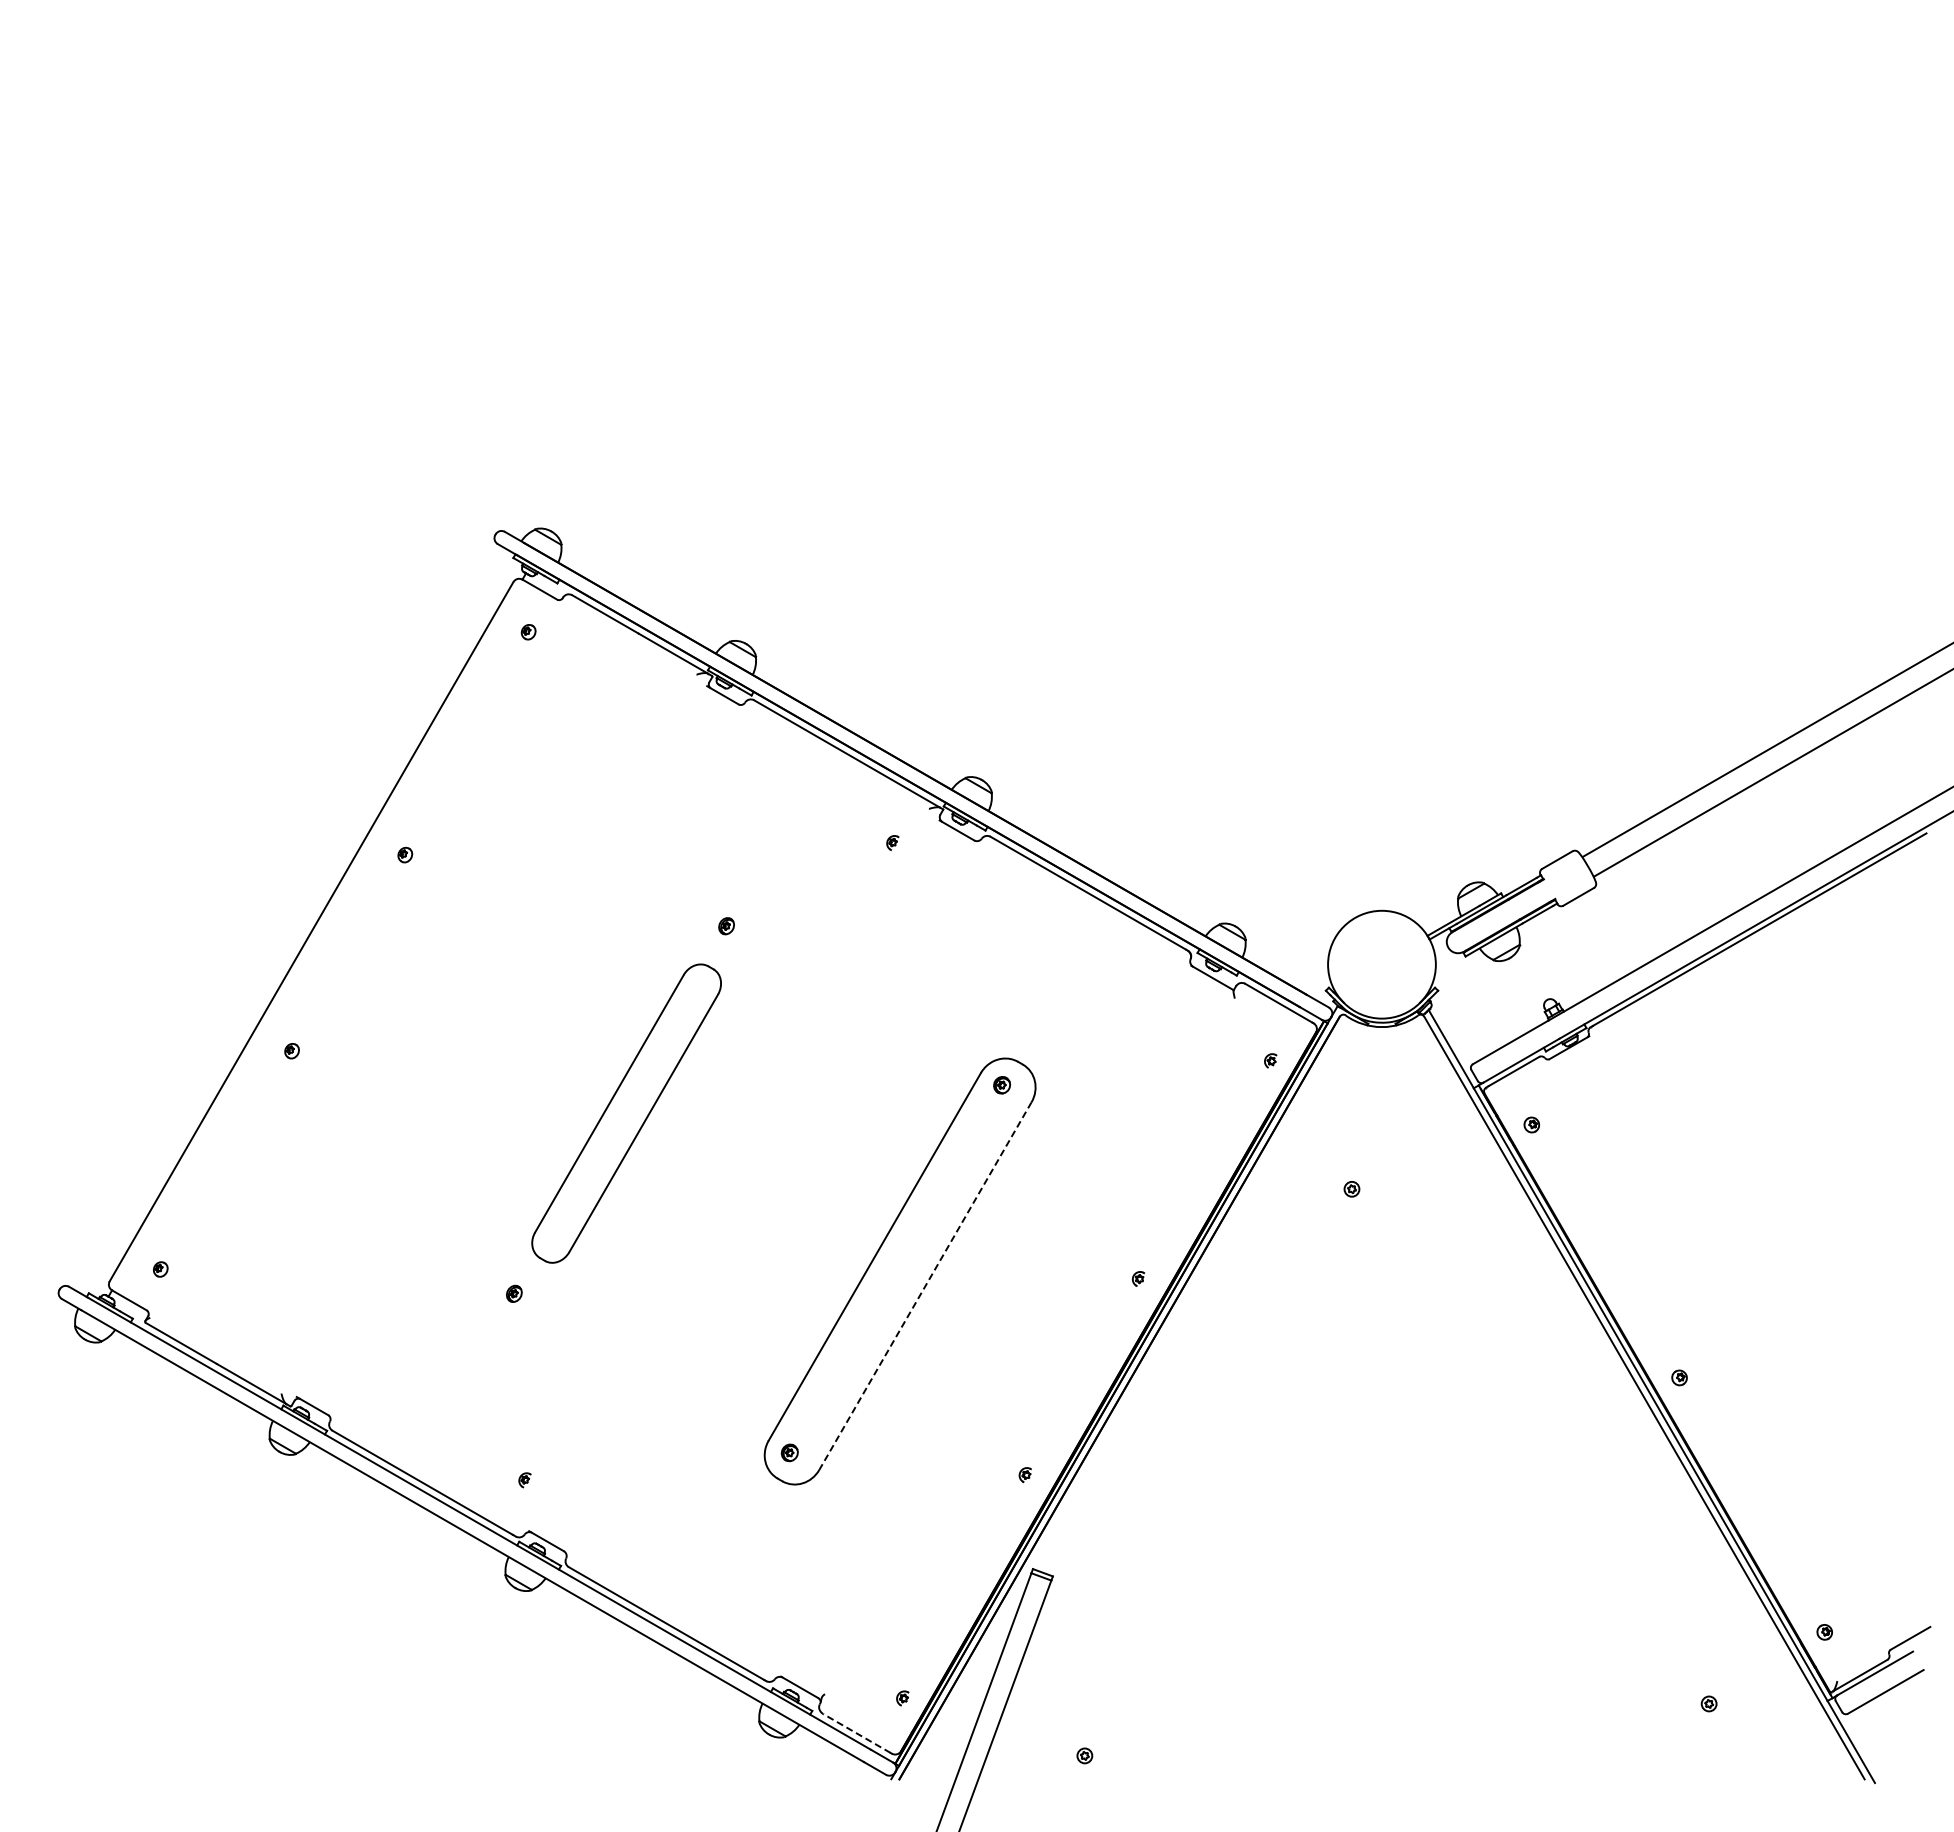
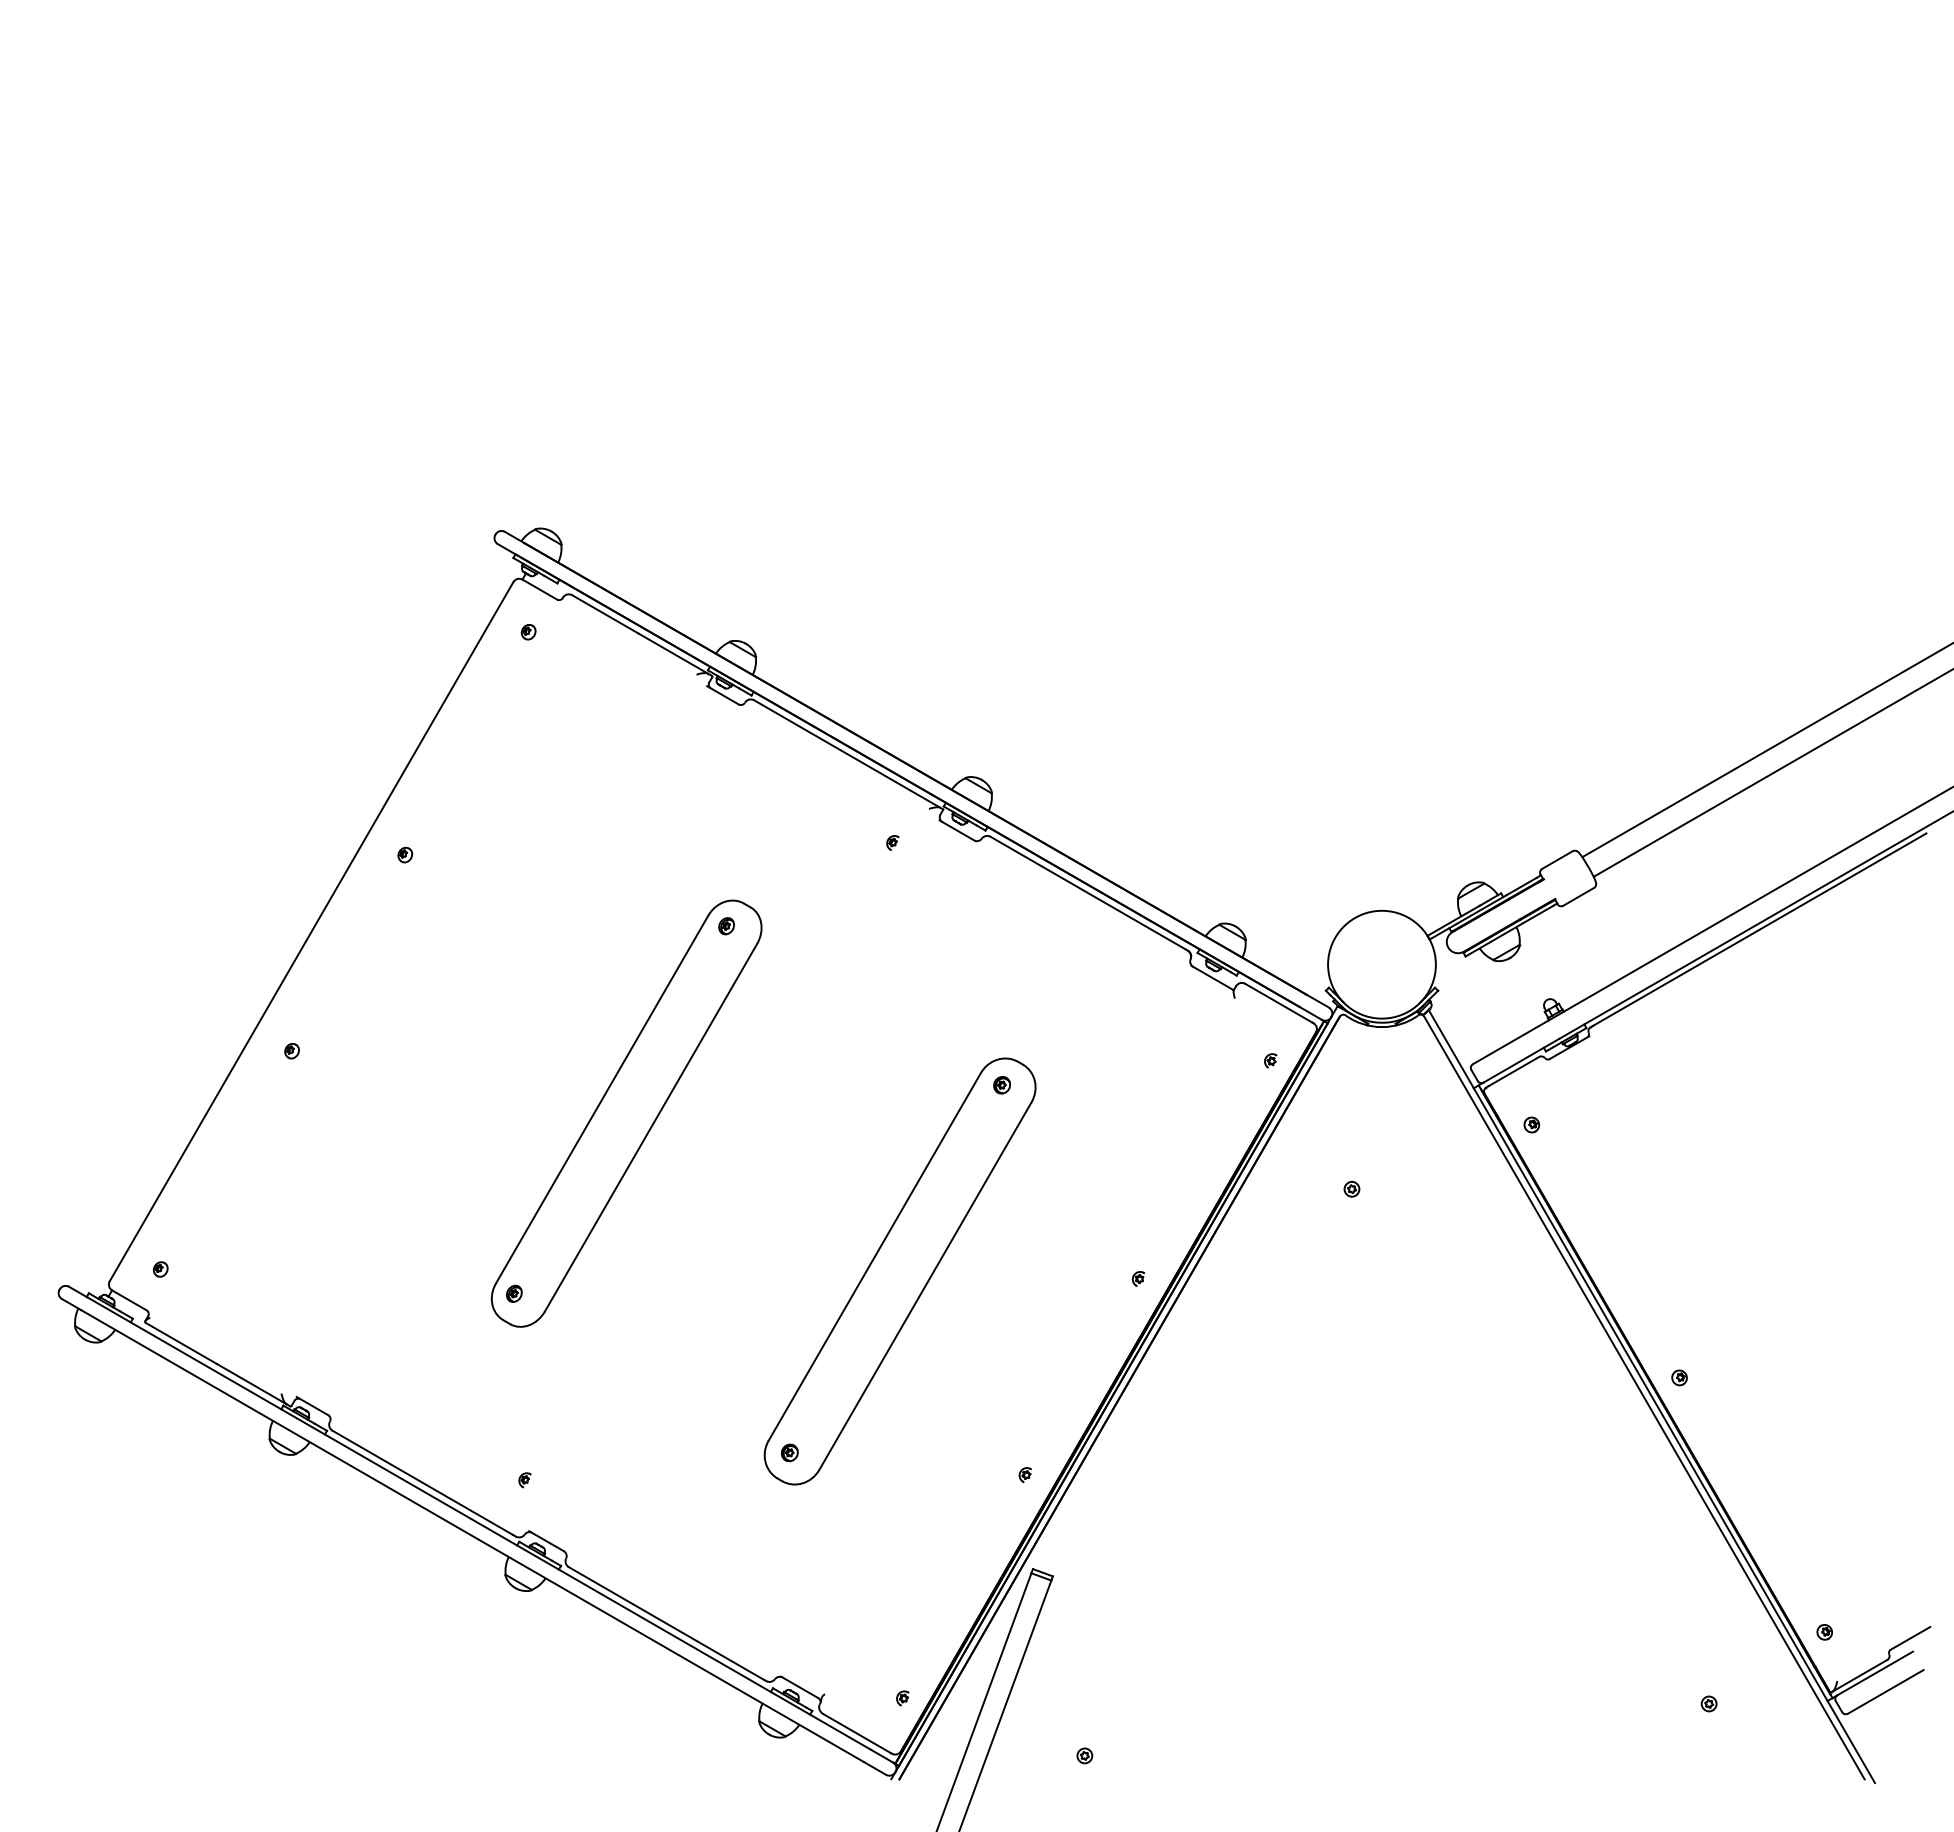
part at (626, 1113) size: 191x301 px -> 273x429 px
line at (925, 1286): dashed -> solid
line at (857, 1733): dashed -> solid
